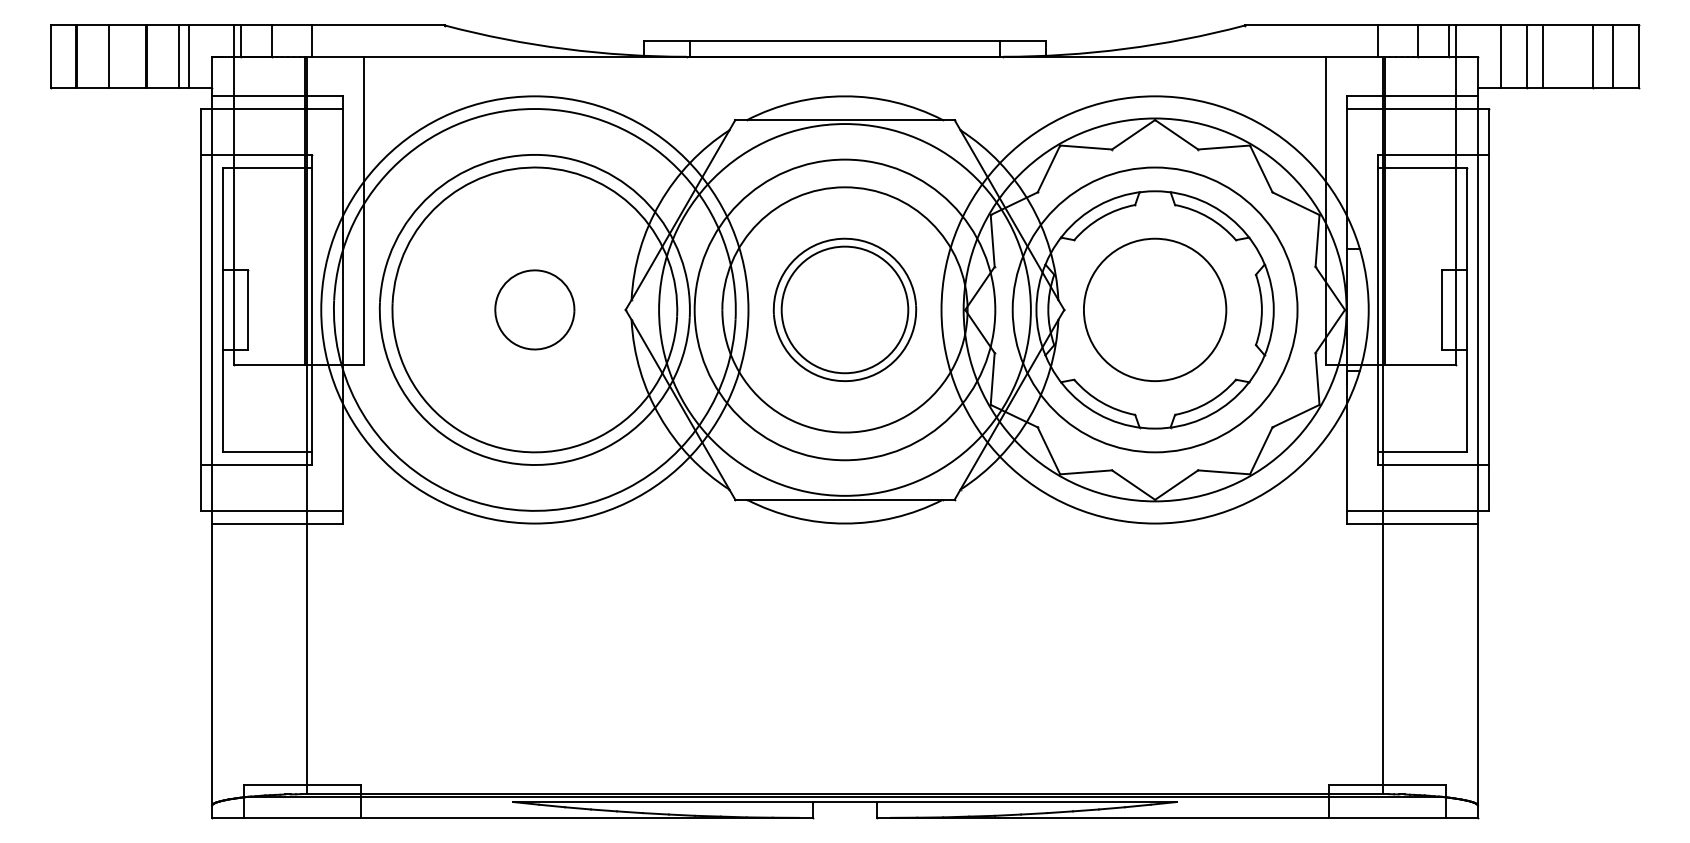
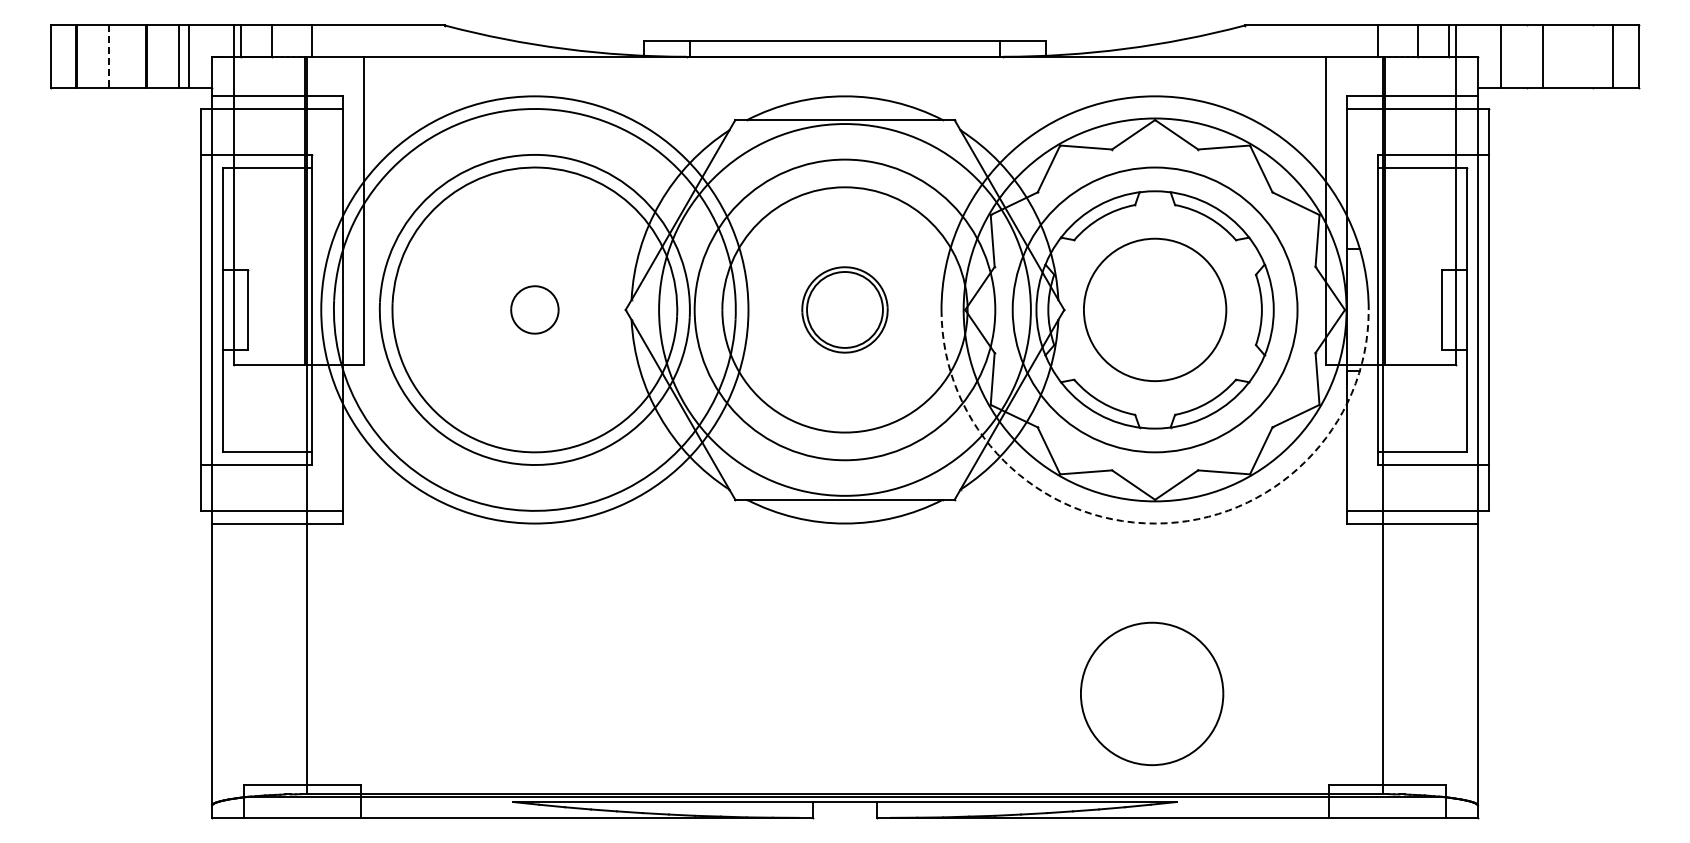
line at (109, 56): solid -> dashed
line at (1526, 56): present -> none
line at (1593, 56): present -> none
part at (534, 309) size: 82x82 px -> 50x50 px
part at (844, 309) size: 146x146 px -> 88x88 px
arc at (1155, 523): solid -> dashed
part at (1152, 693): none -> present
